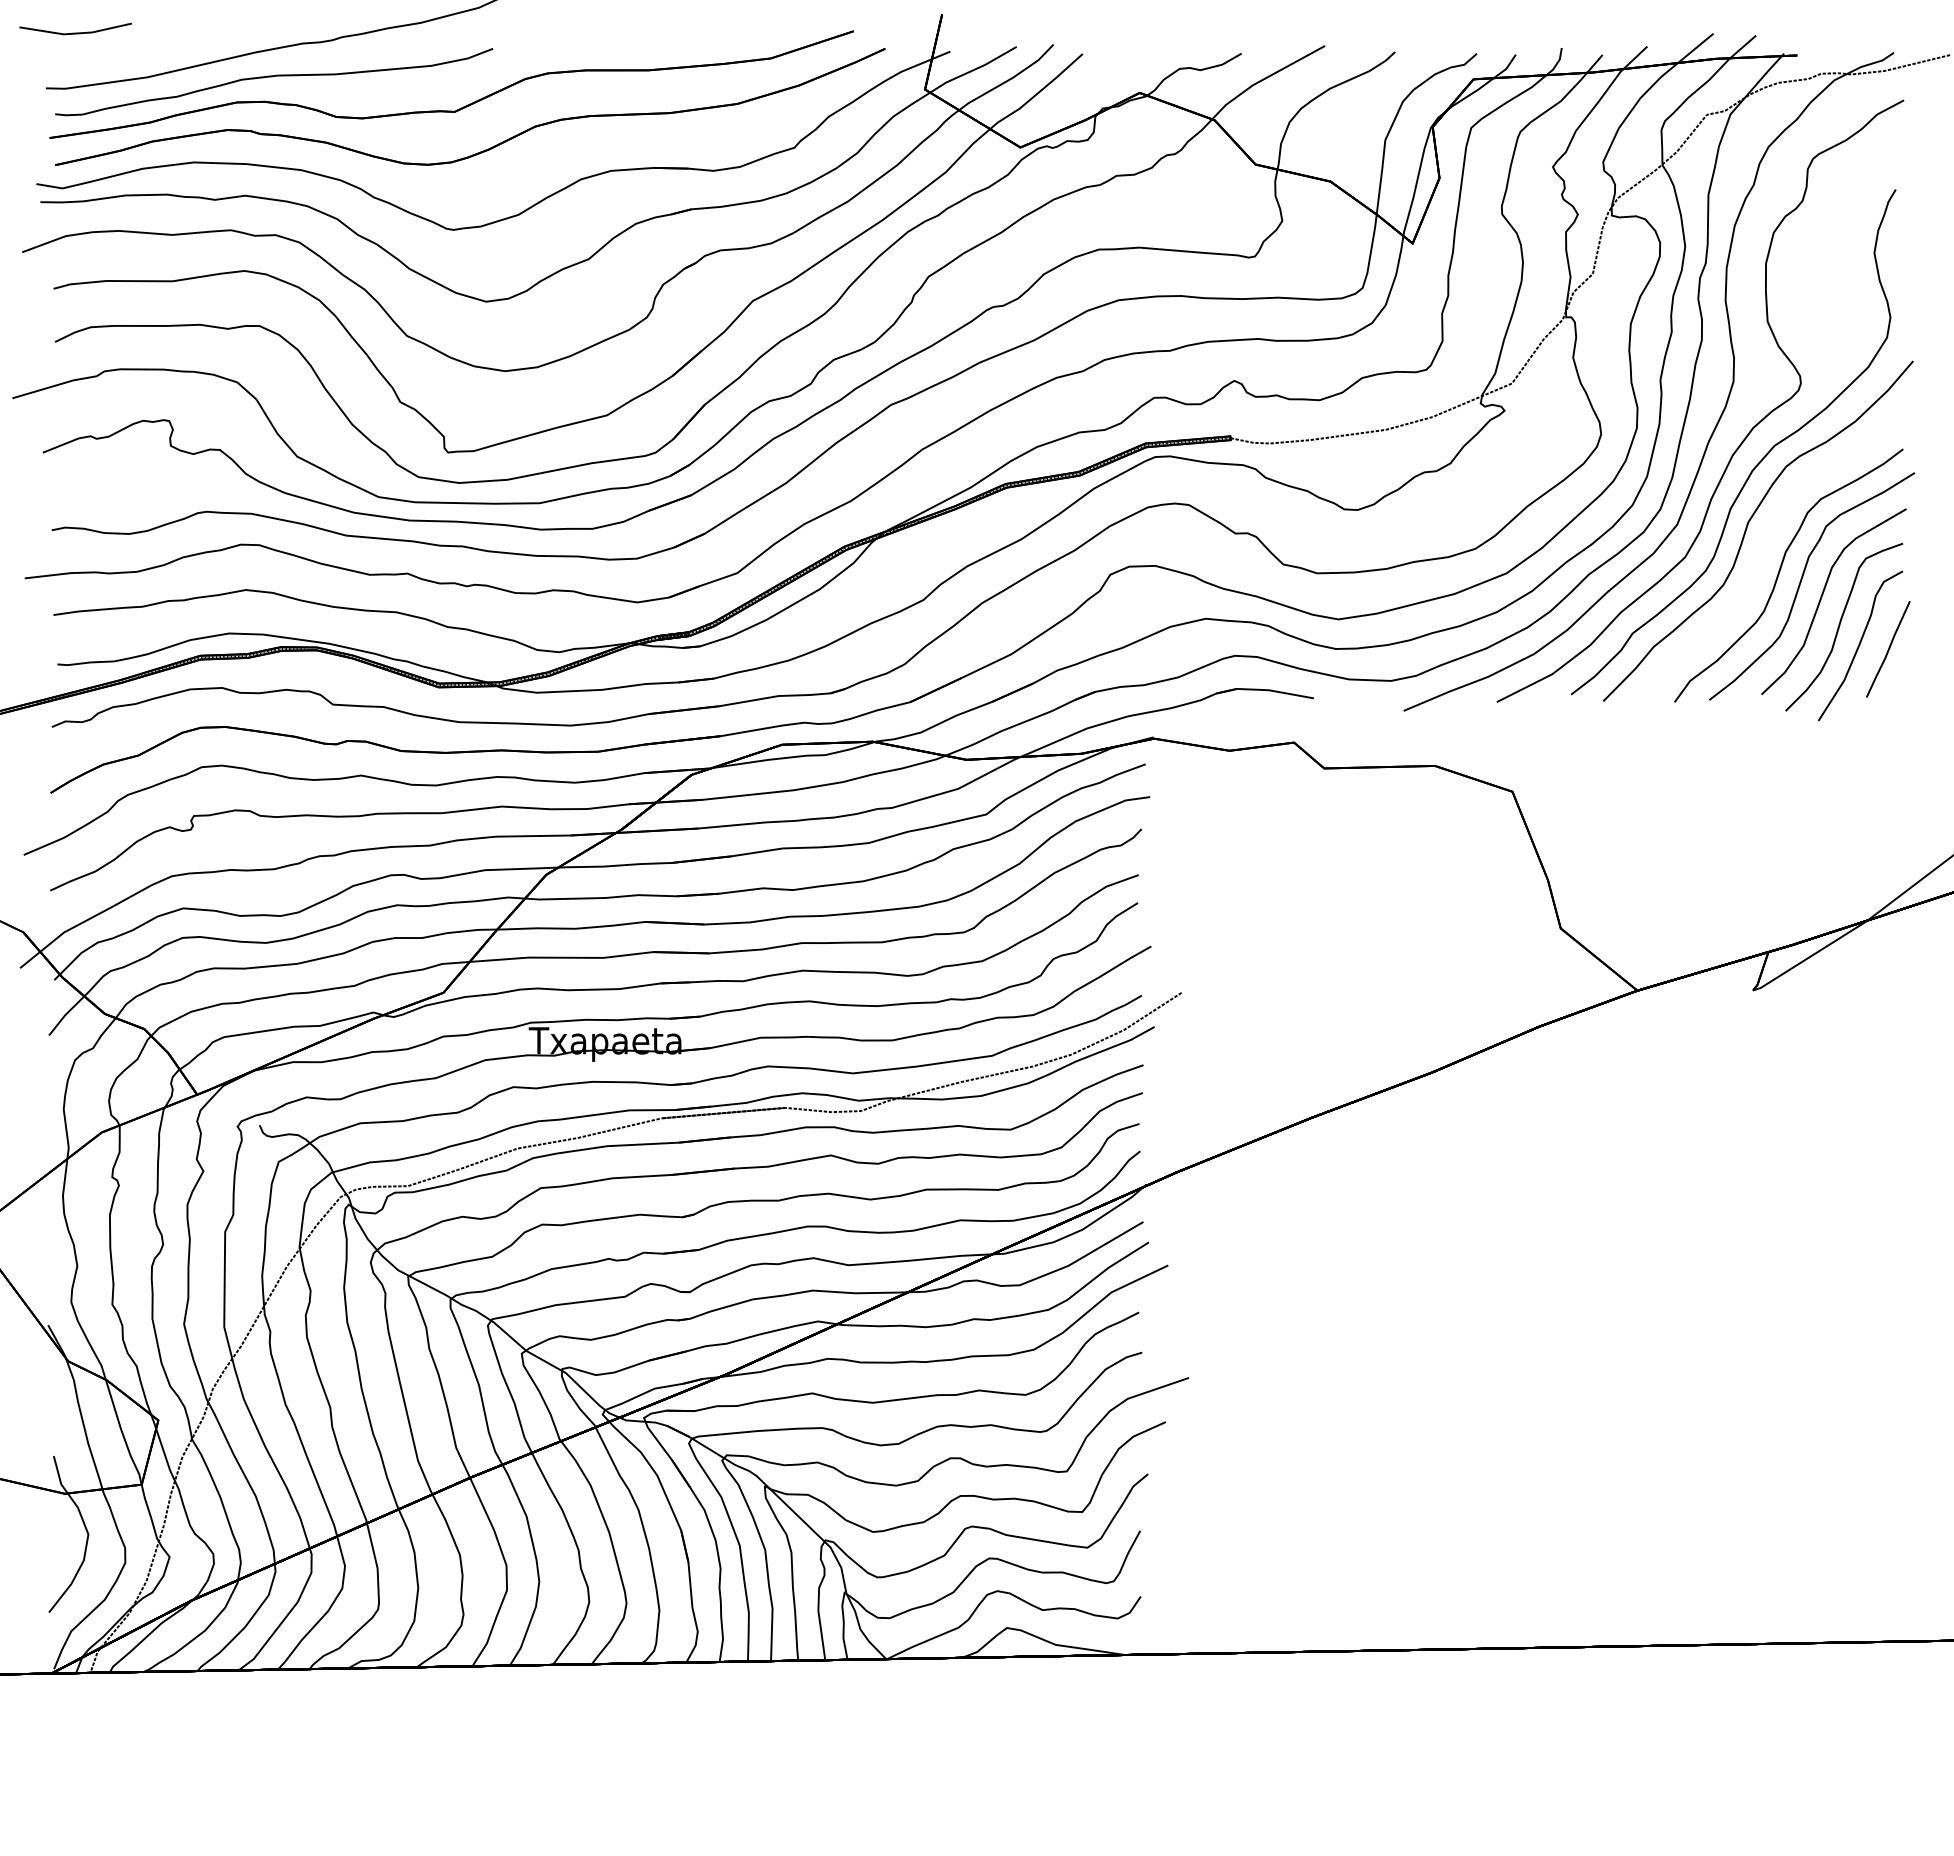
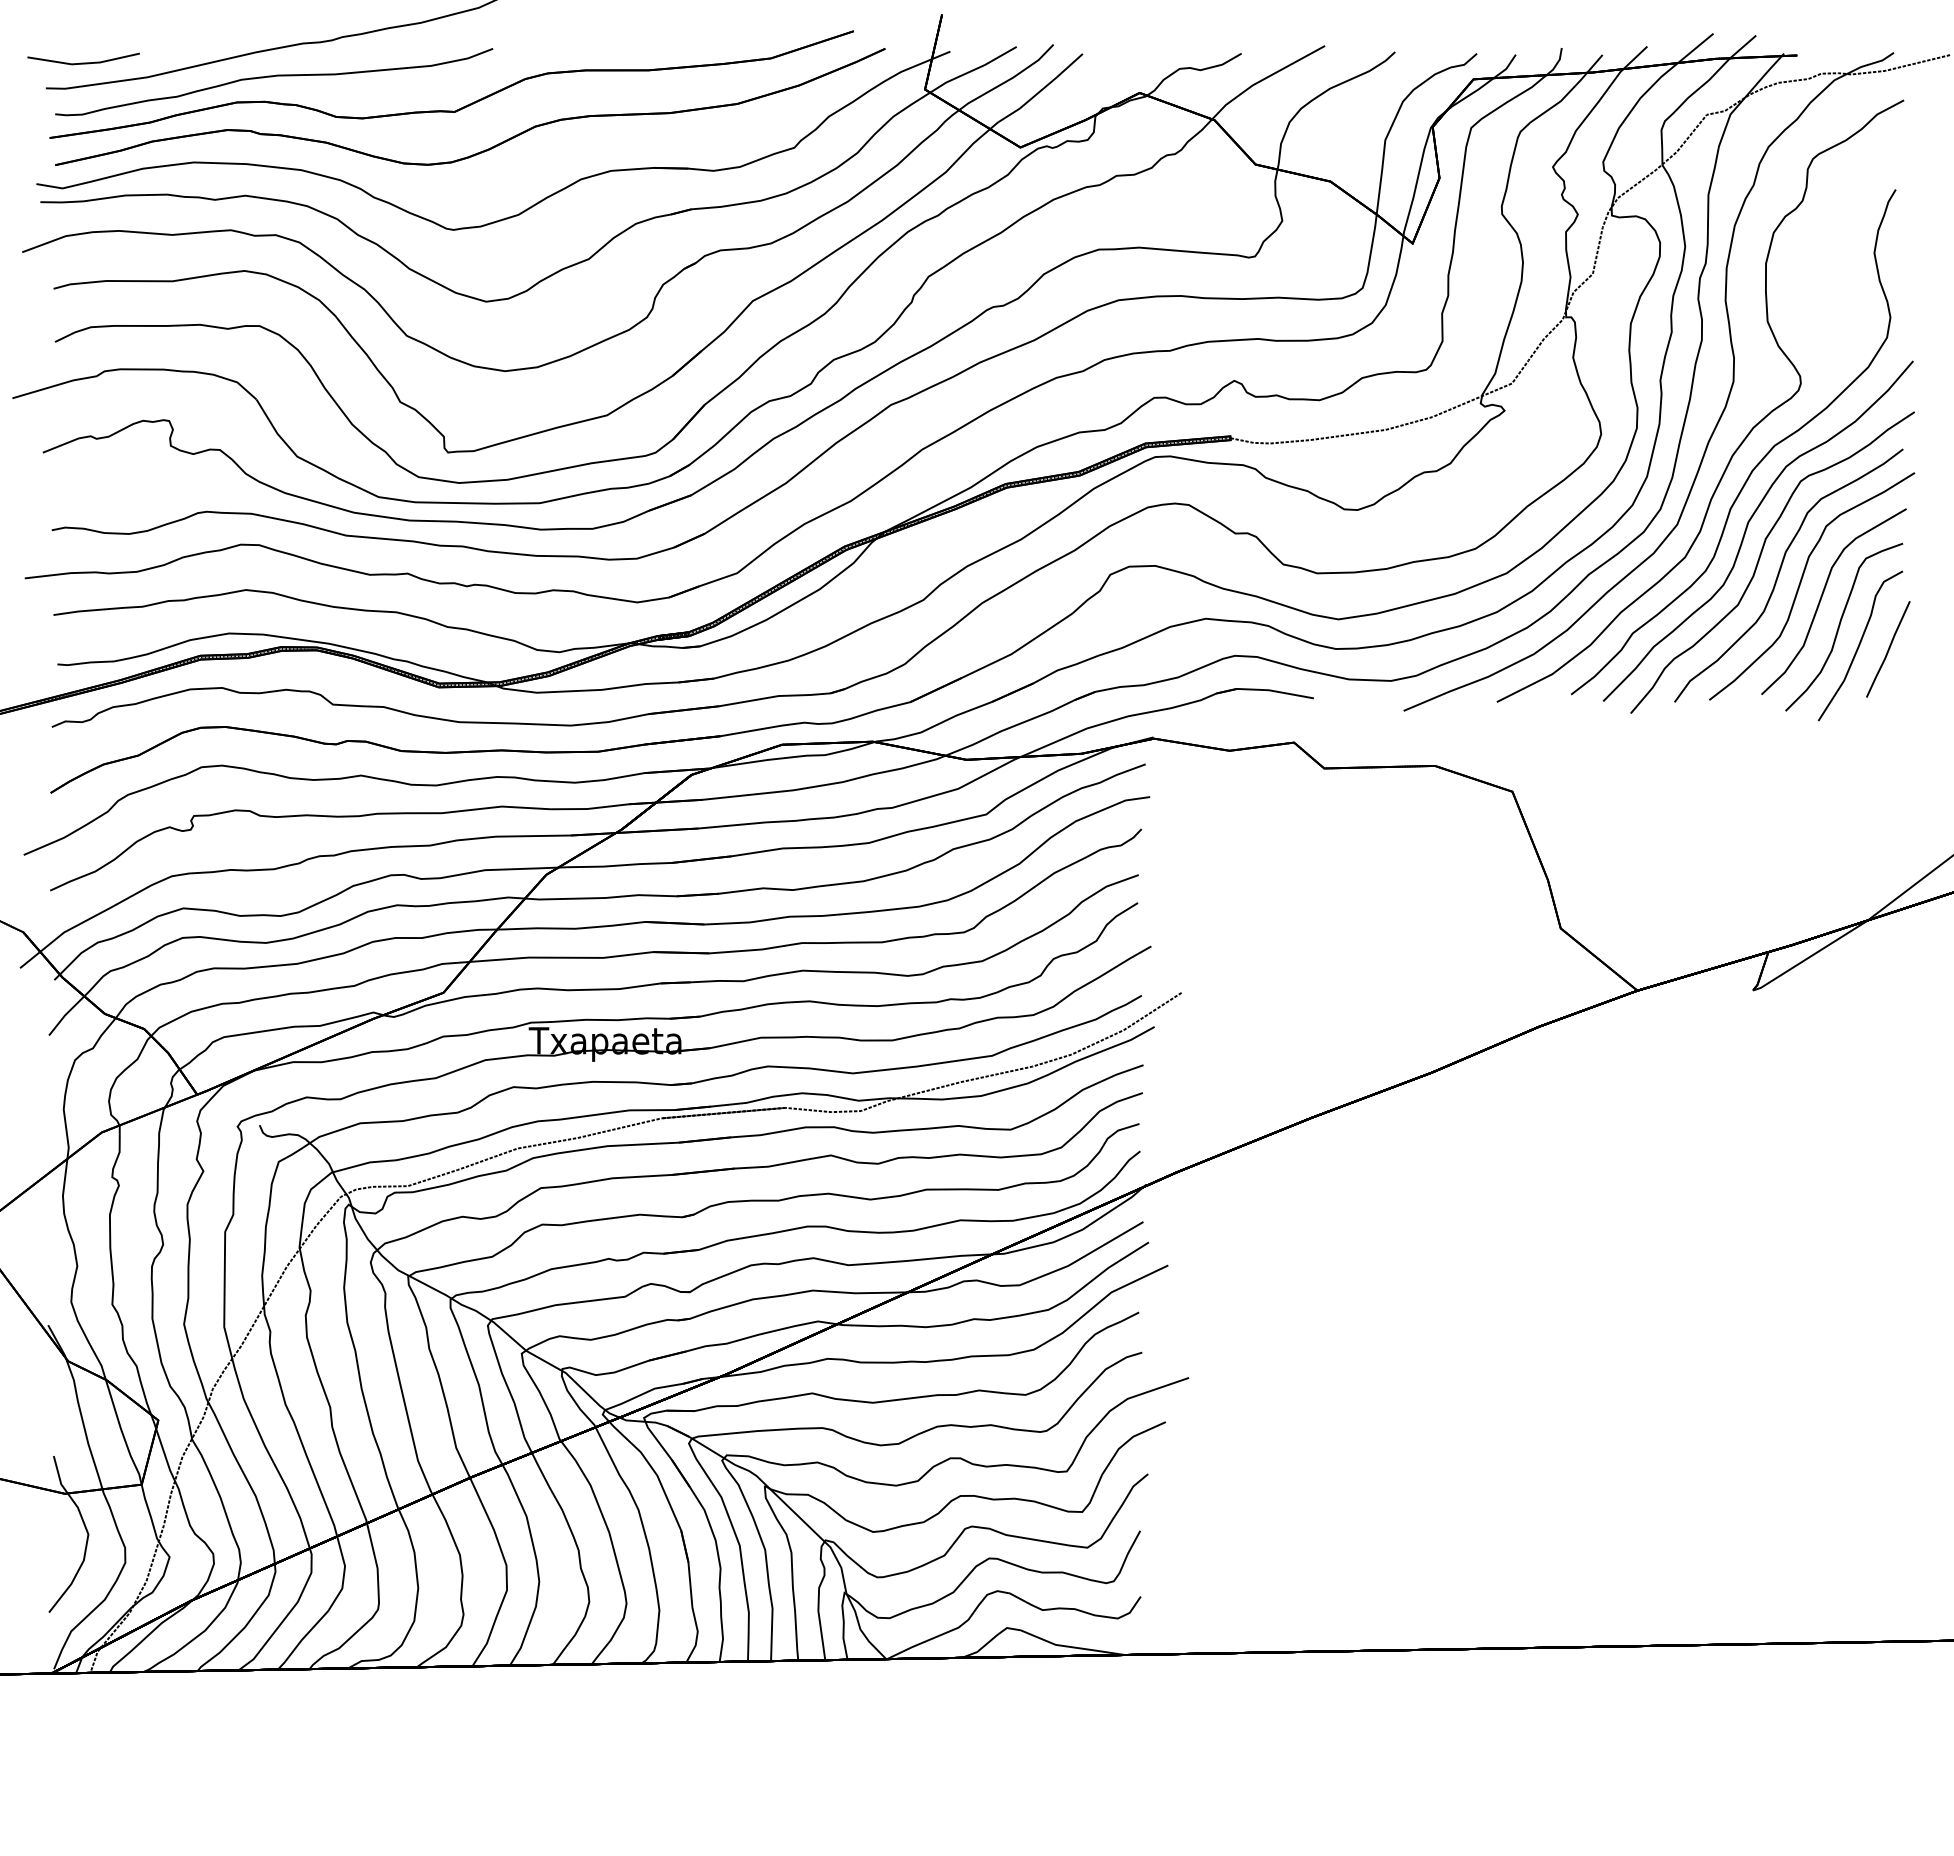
line at (75, 32) position: (75, 32) -> (83, 62)
part at (1760, 558): none -> present
